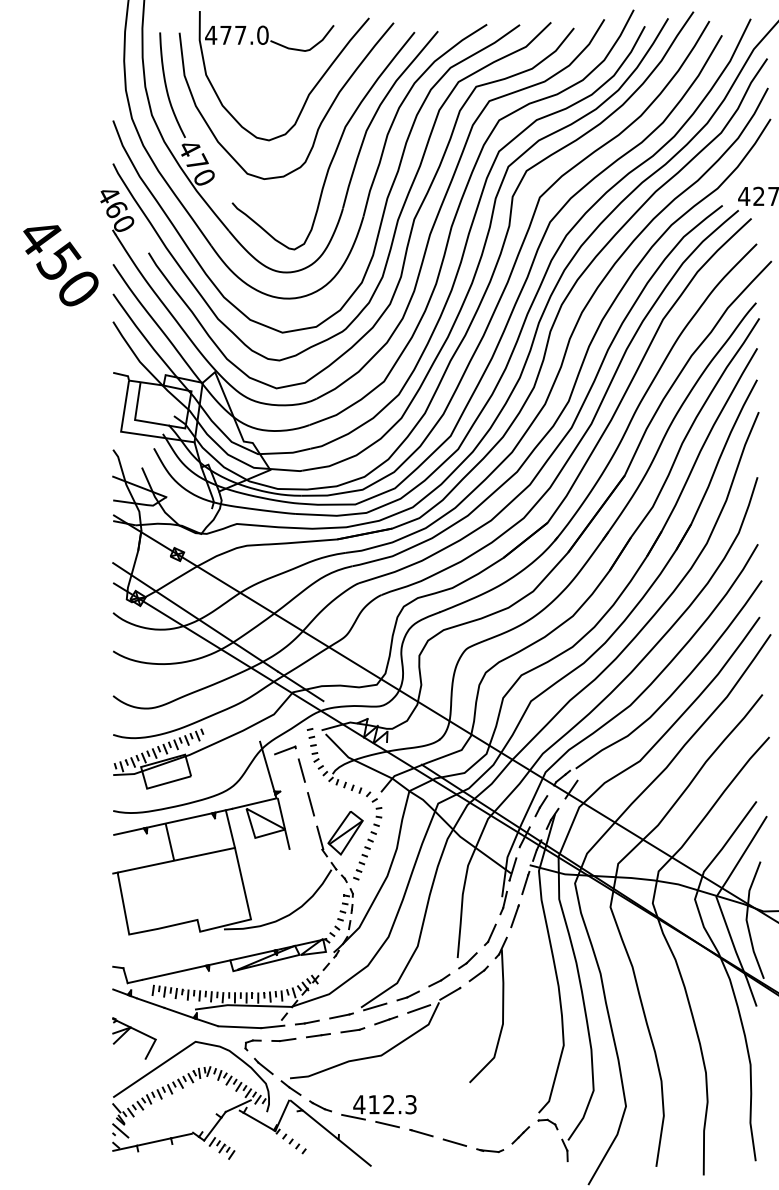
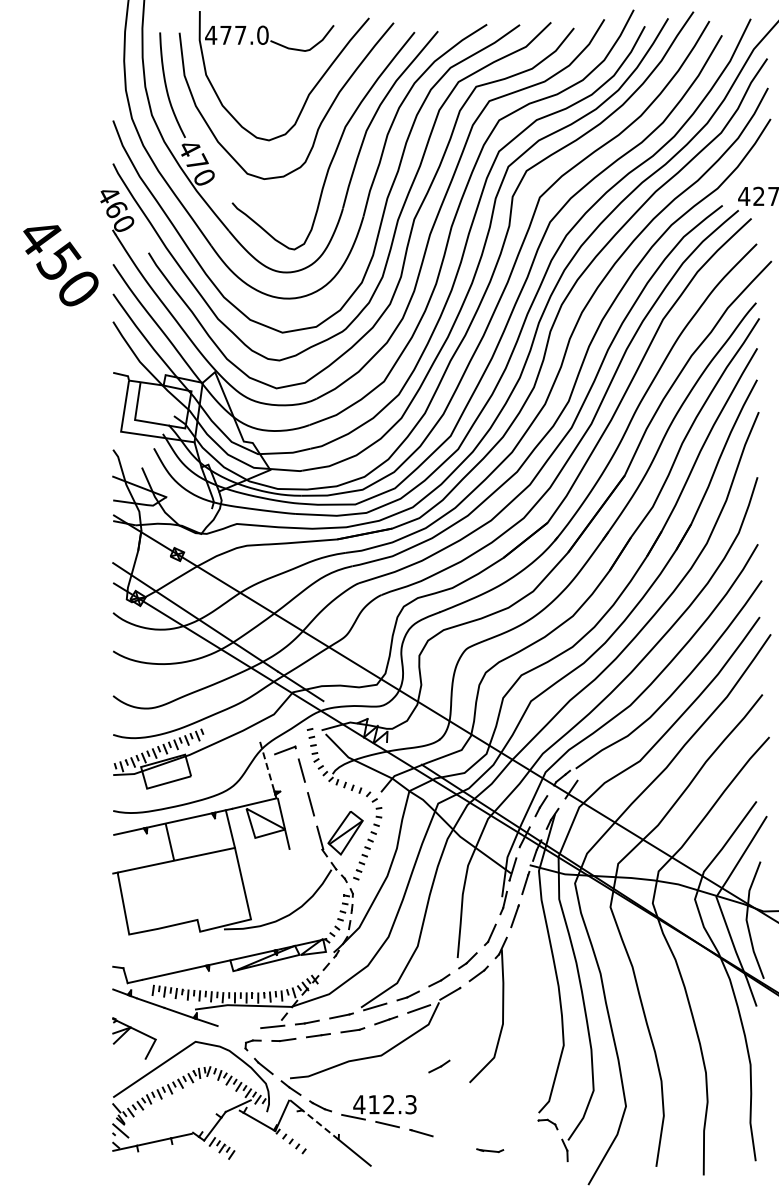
line at (267, 766): solid -> dashed
line at (239, 1027): present -> none
line at (439, 1066): none -> present
line at (321, 1125): solid -> dashed
line at (520, 1135): present -> none
line at (454, 1142): present -> none
